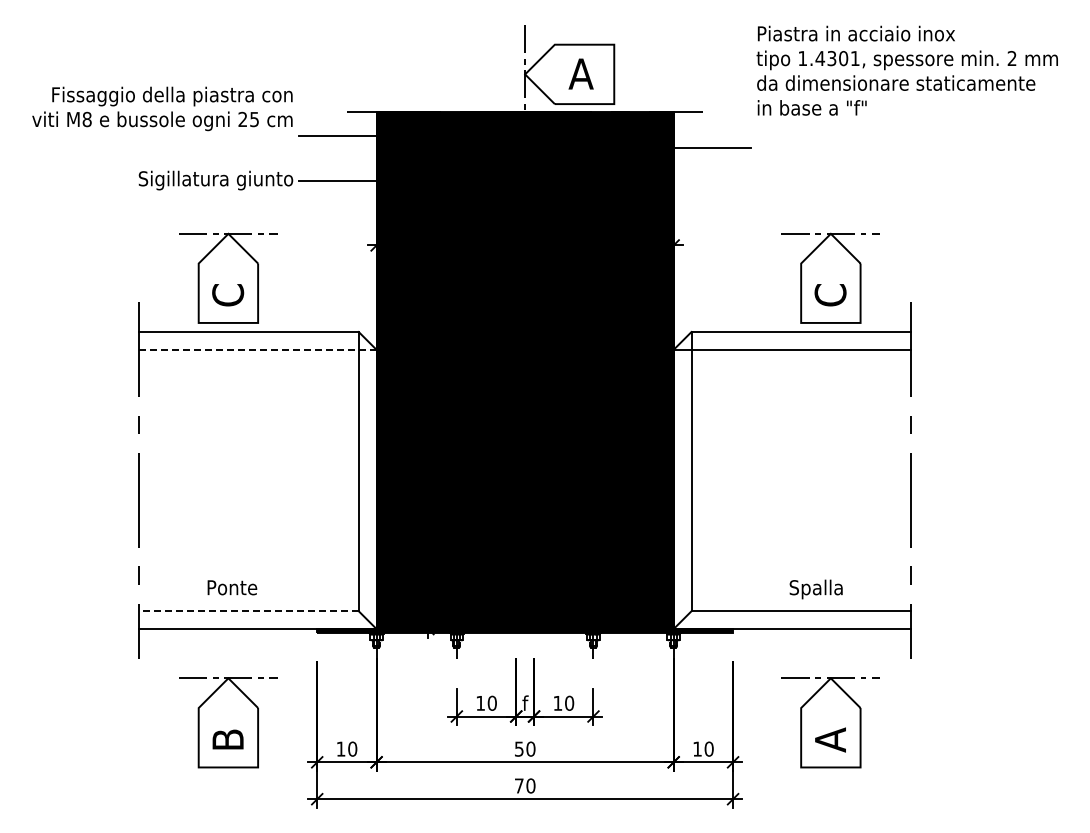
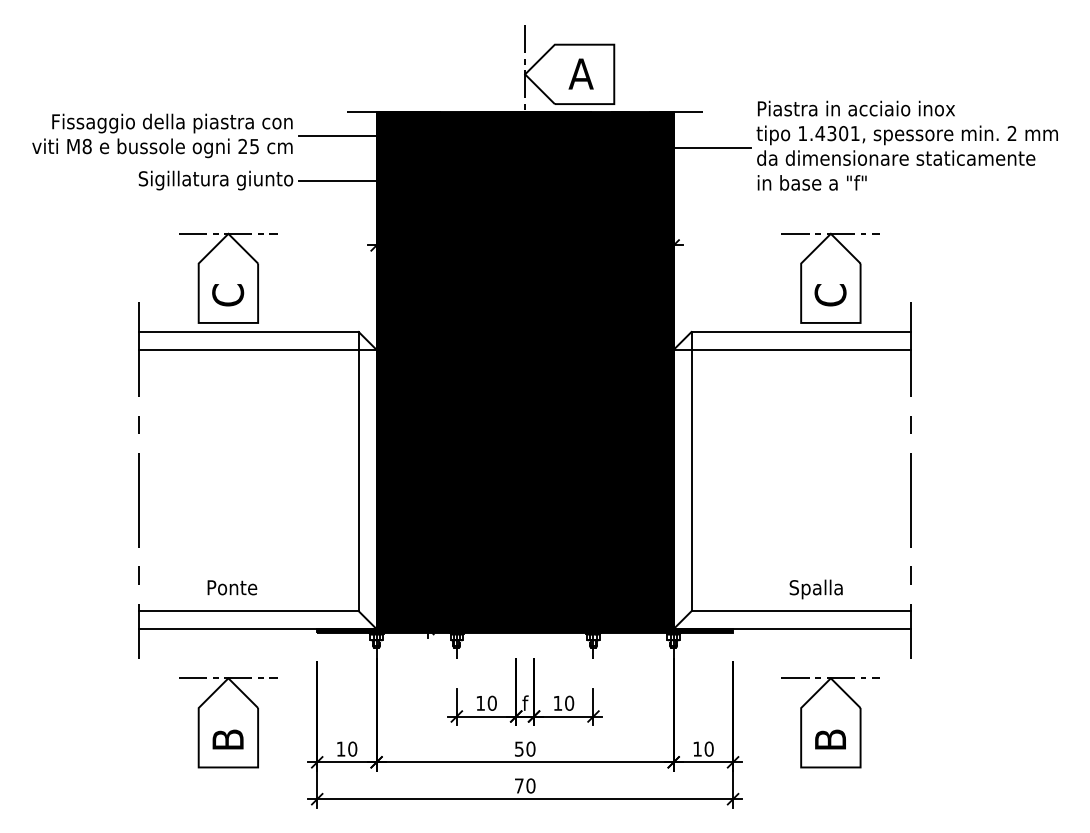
text at (906, 70) position: (906, 70) -> (906, 145)
text at (162, 108) position: (162, 108) -> (162, 135)
line at (257, 349): dashed -> solid
line at (248, 611): dashed -> solid
text at (830, 739): A -> B
